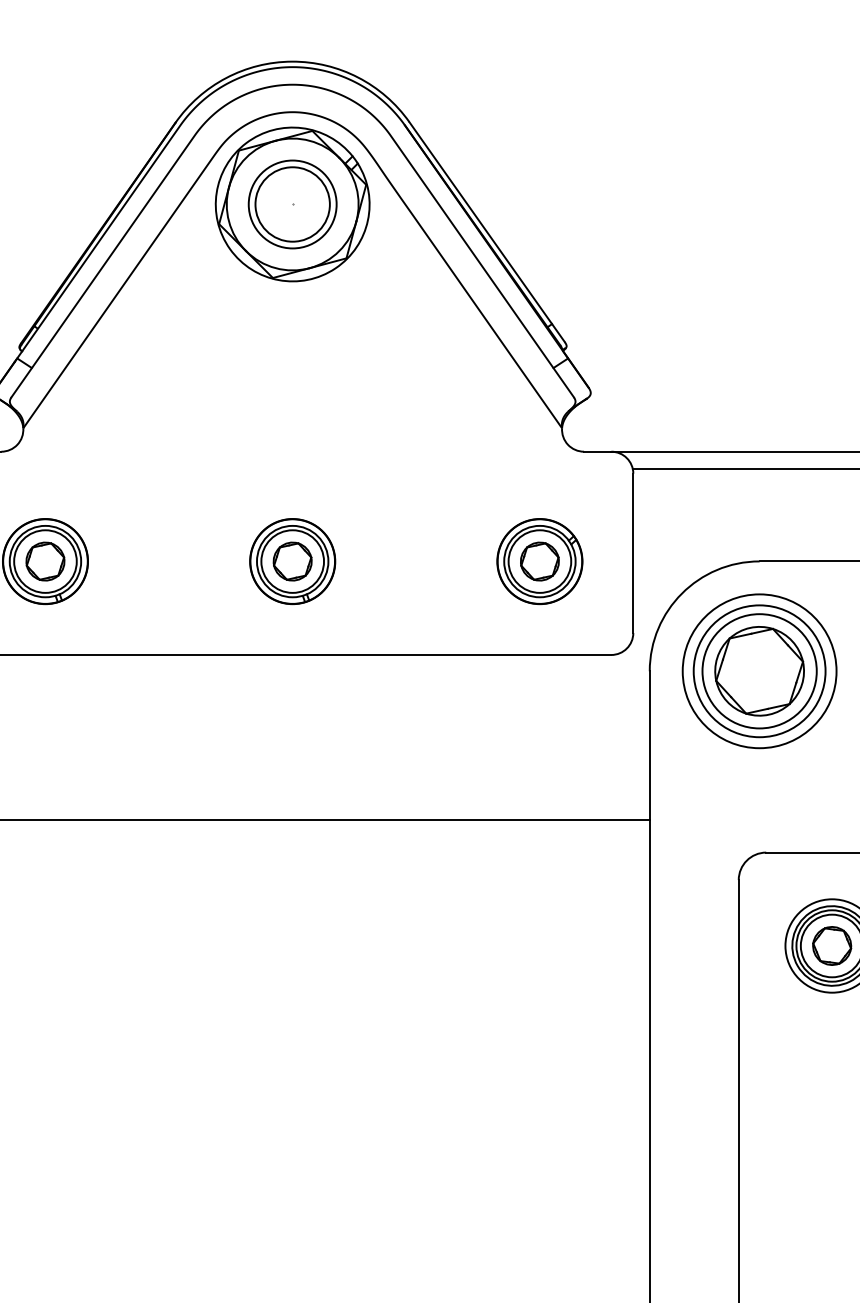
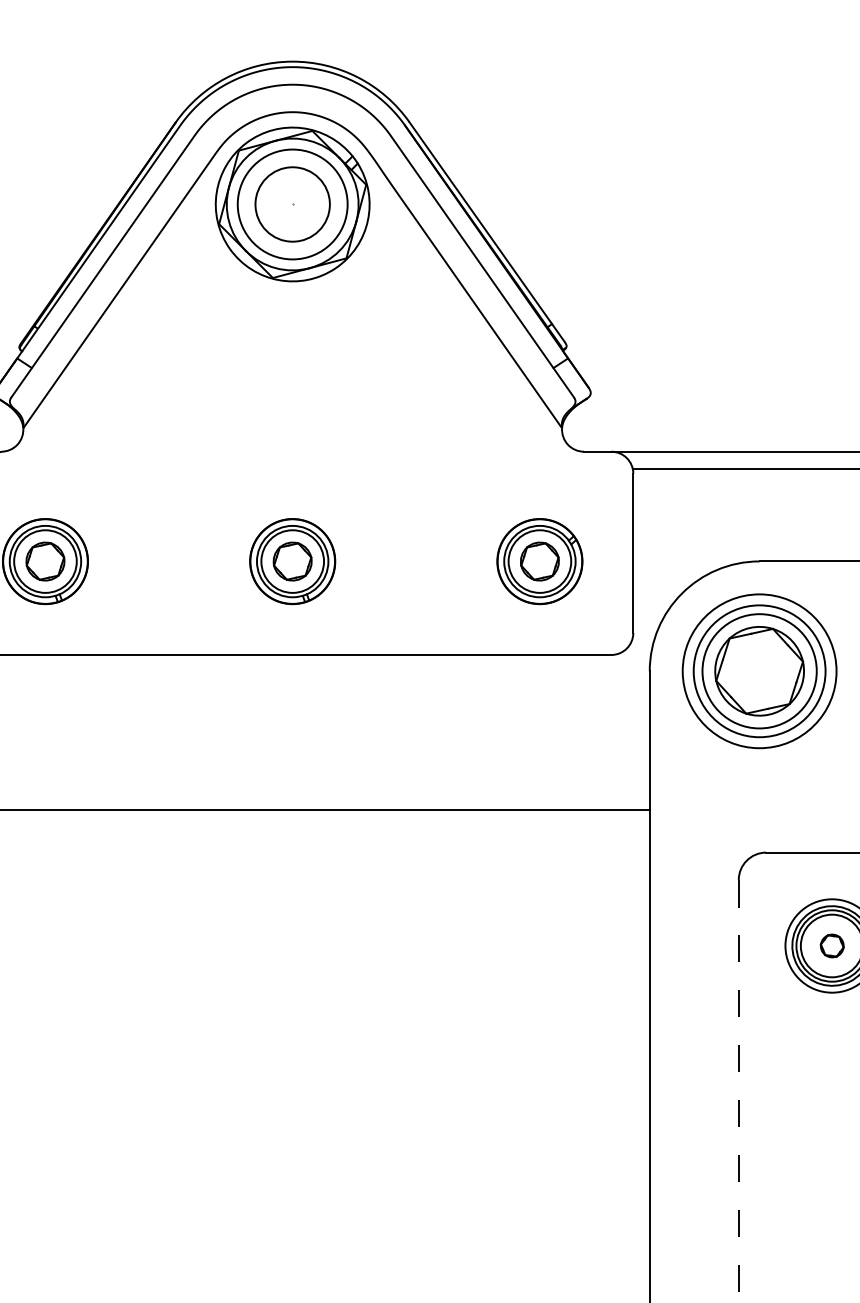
circle at (292, 204) diameter: 88 px -> 110 px
line at (325, 819) position: (325, 819) -> (325, 809)
part at (832, 945) size: 41x40 px -> 26x26 px
line at (738, 1091): solid -> dashed
